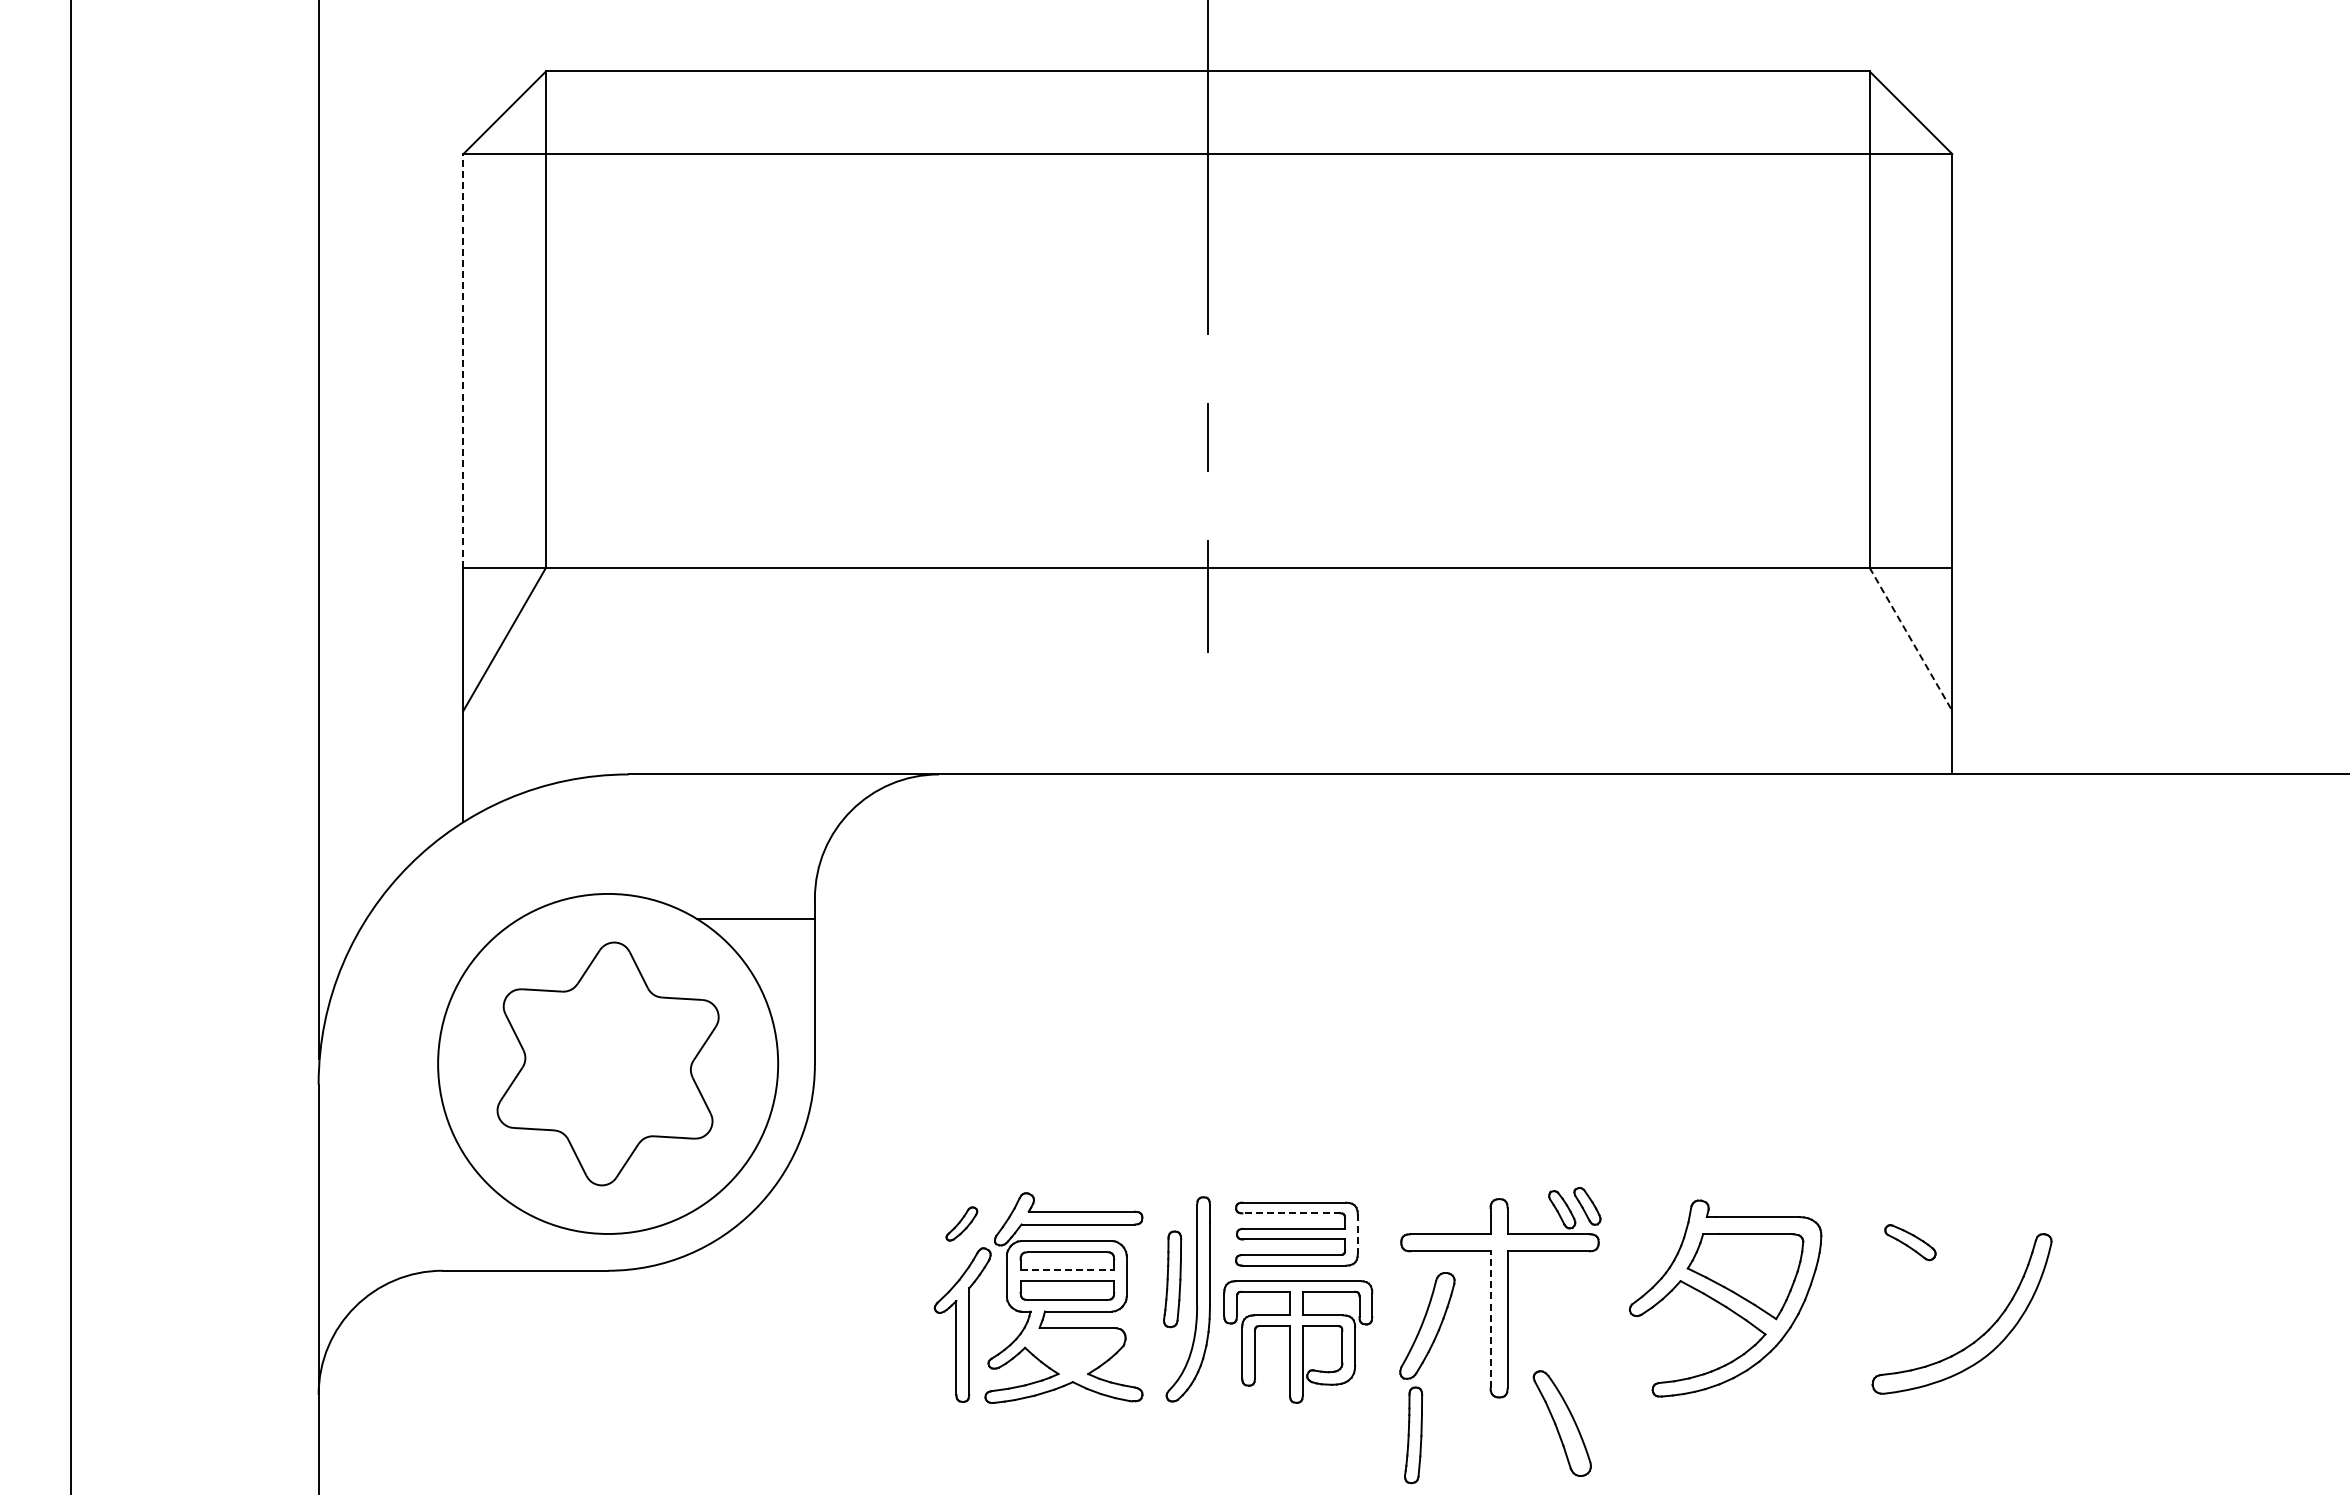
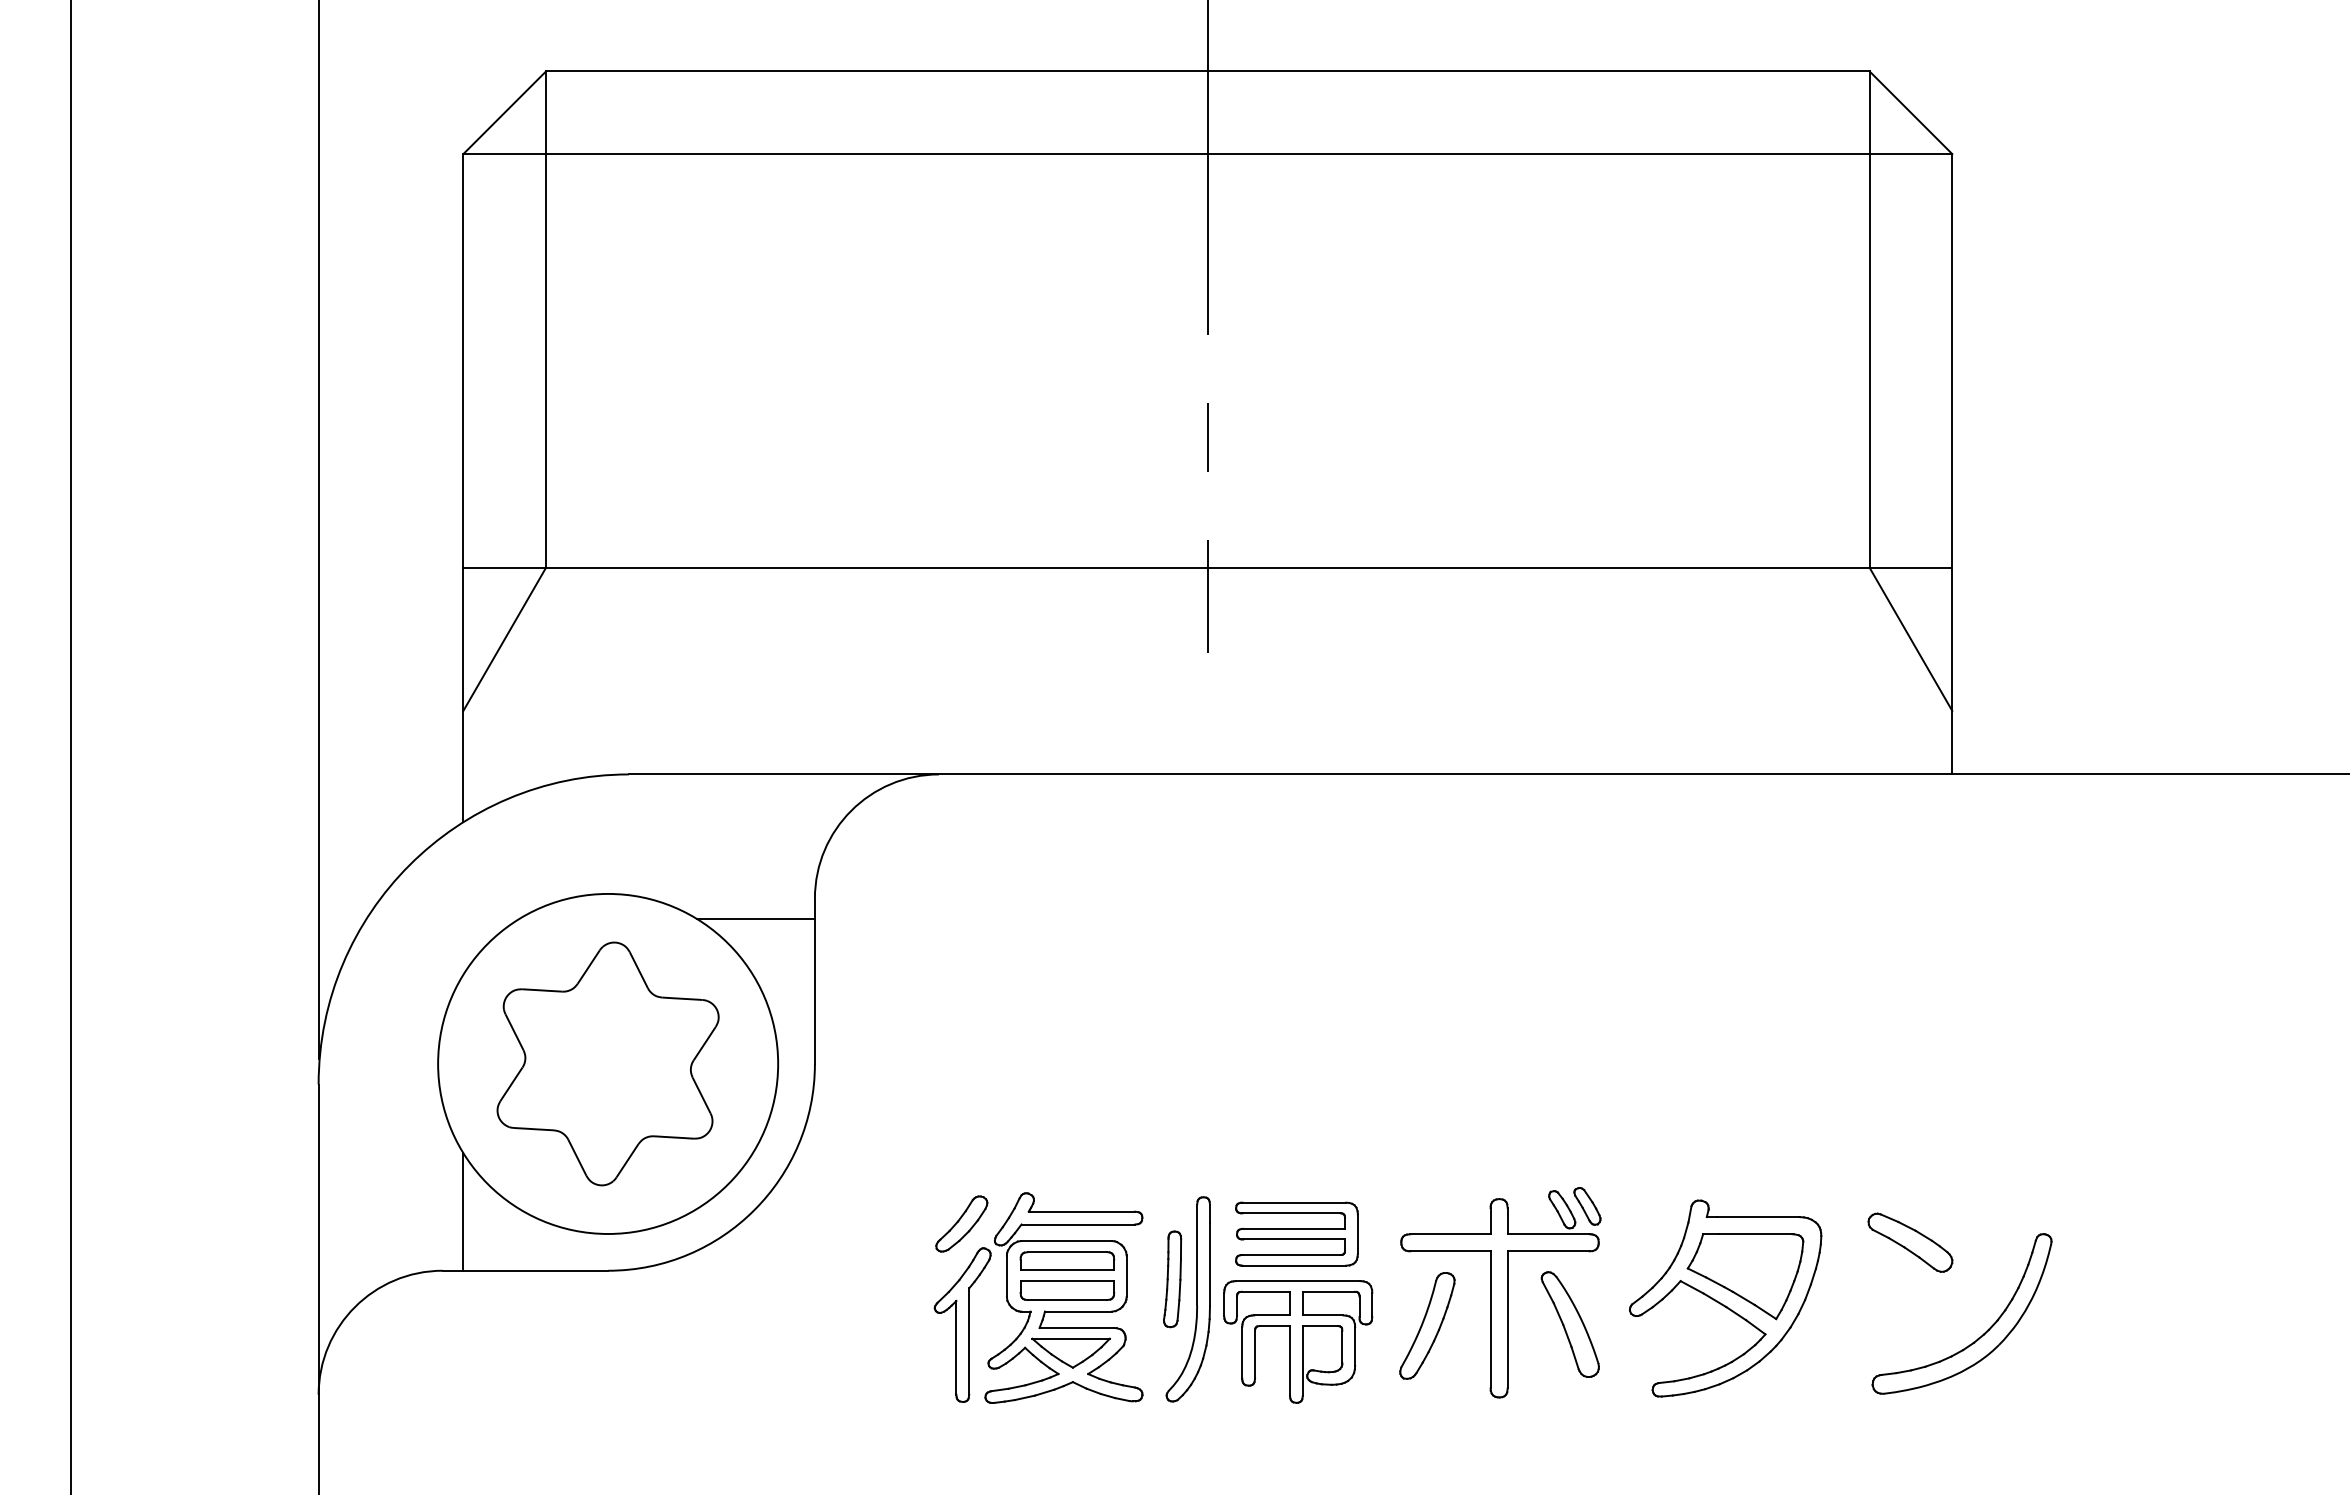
line at (463, 360): dashed -> solid
line at (1910, 639): dashed -> solid
line at (463, 1211): none -> present
line at (1291, 1213): dashed -> solid
part at (961, 1223) size: 34x36 px -> 54x58 px
line at (1357, 1234): dashed -> solid
part at (1910, 1242) size: 53x38 px -> 87x61 px
line at (1067, 1270): dashed -> solid
line at (1490, 1319): dashed -> solid
part at (1070, 1352): none -> present
part at (1561, 1423) position: (1561, 1423) -> (1569, 1324)
part at (1413, 1435): present -> none
